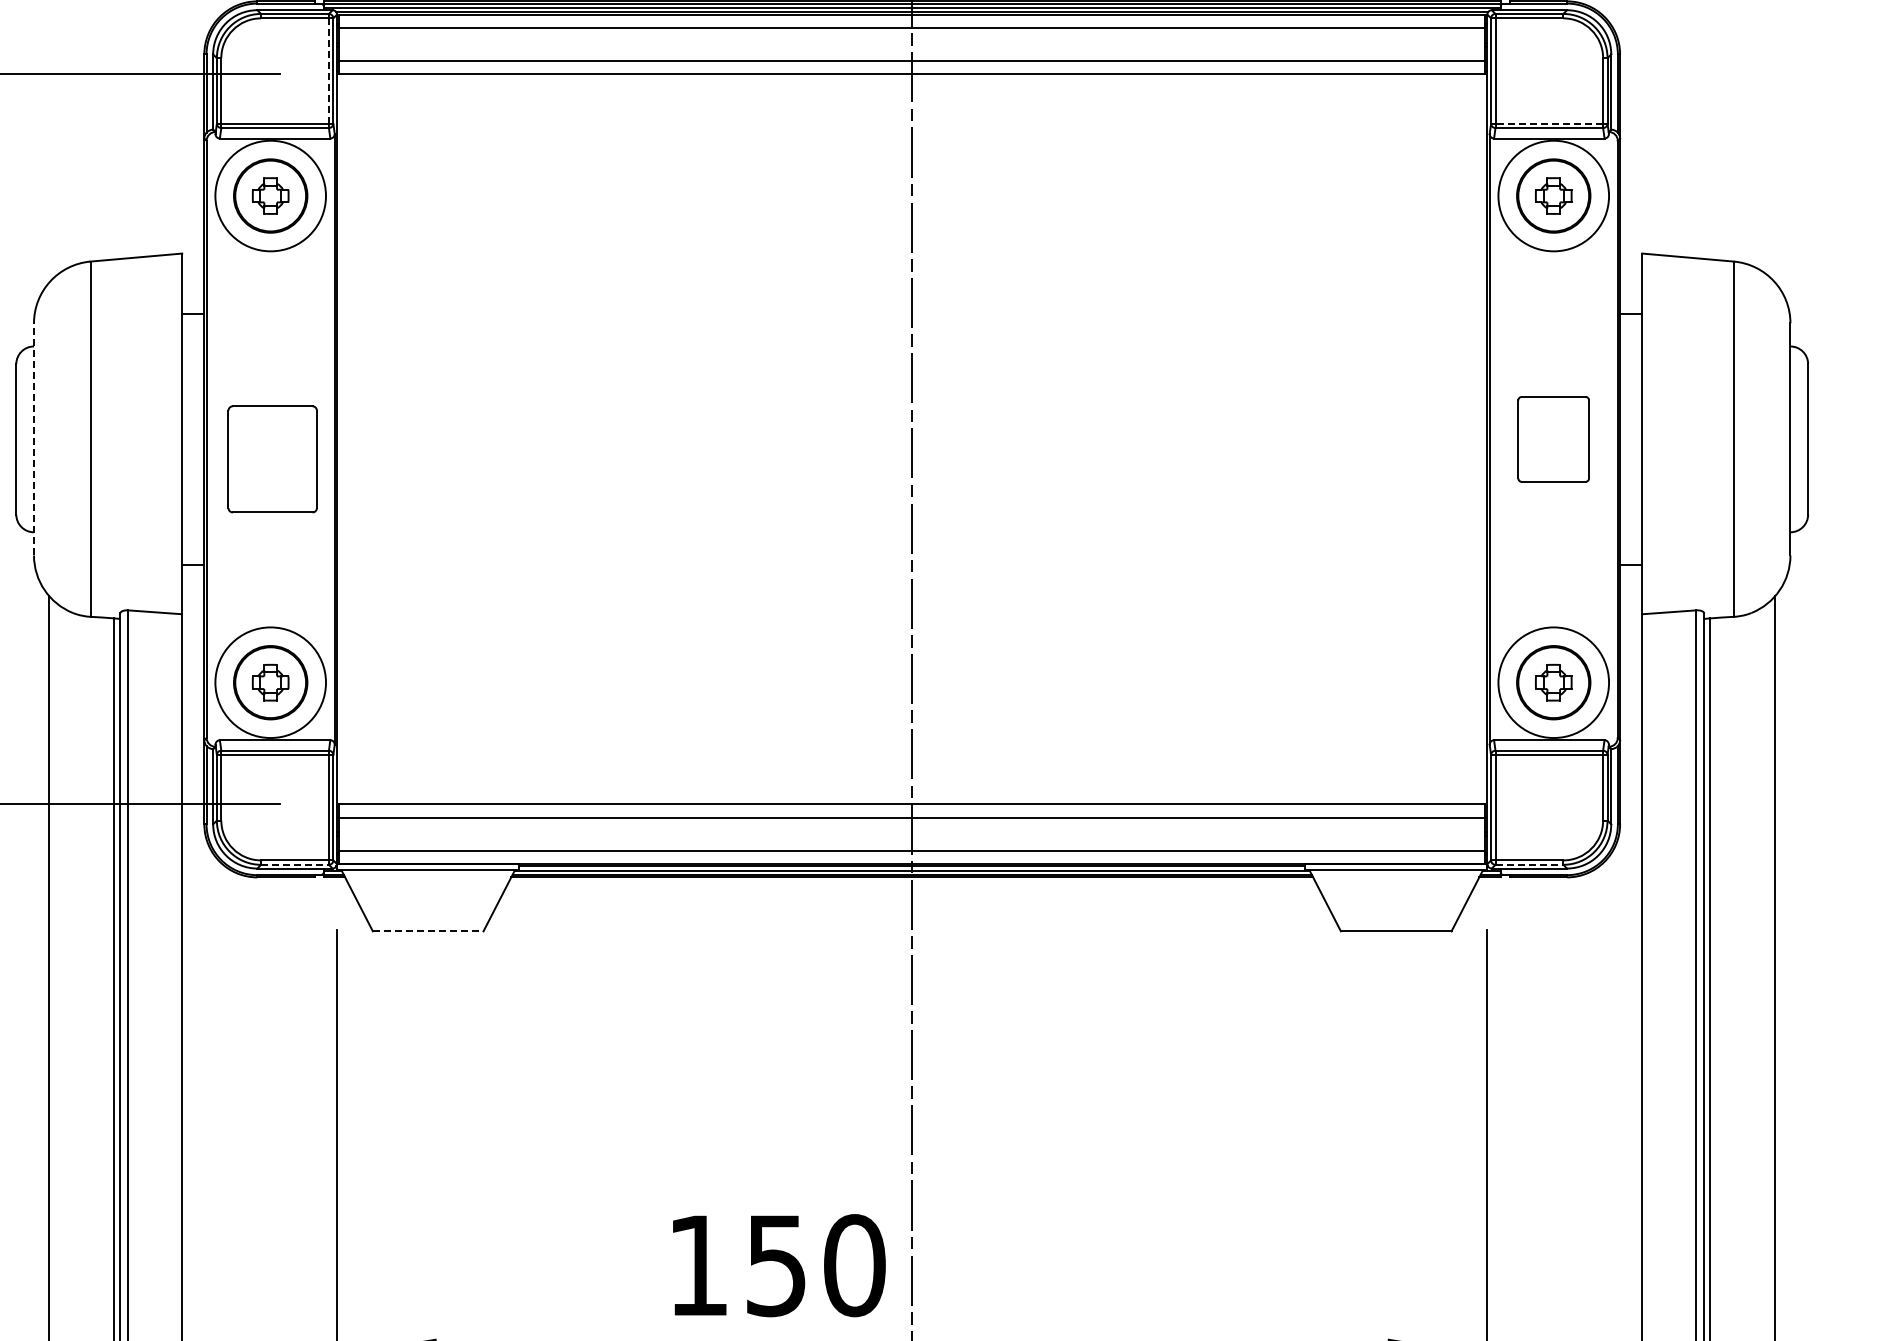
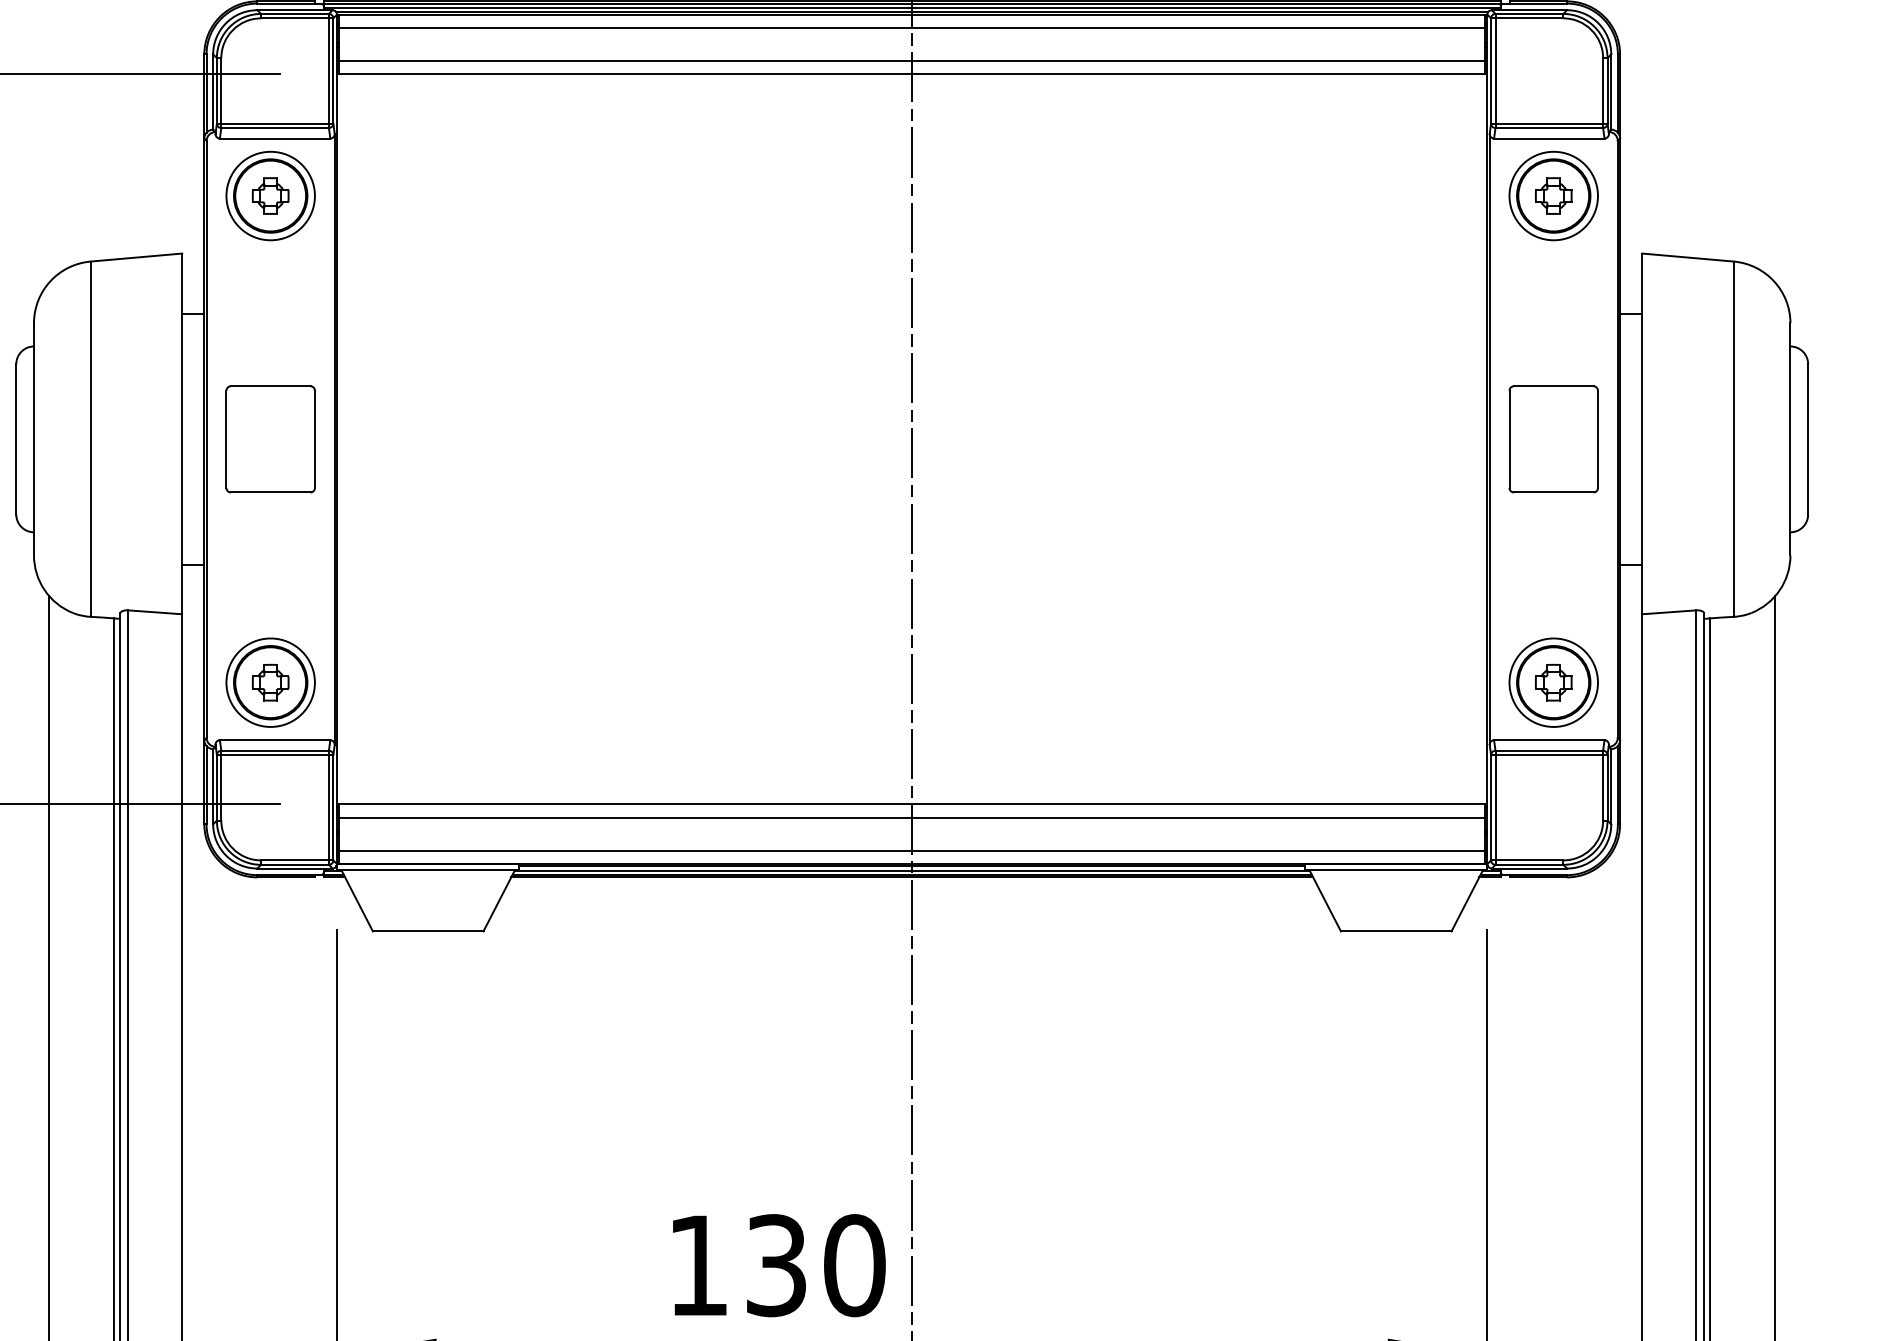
line at (328, 71): dashed -> solid
line at (1549, 123): dashed -> solid
circle at (270, 195) diameter: 111 px -> 88 px
circle at (1553, 195) diameter: 111 px -> 88 px
line at (34, 438): dashed -> solid
part at (1553, 439) size: 73x87 px -> 91x109 px
part at (272, 459) position: (272, 459) -> (270, 439)
circle at (270, 682) diameter: 111 px -> 88 px
circle at (1553, 682) diameter: 111 px -> 88 px
line at (295, 864): dashed -> solid
line at (1529, 864): dashed -> solid
line at (428, 931): dashed -> solid
text at (776, 1265): 150 -> 130
